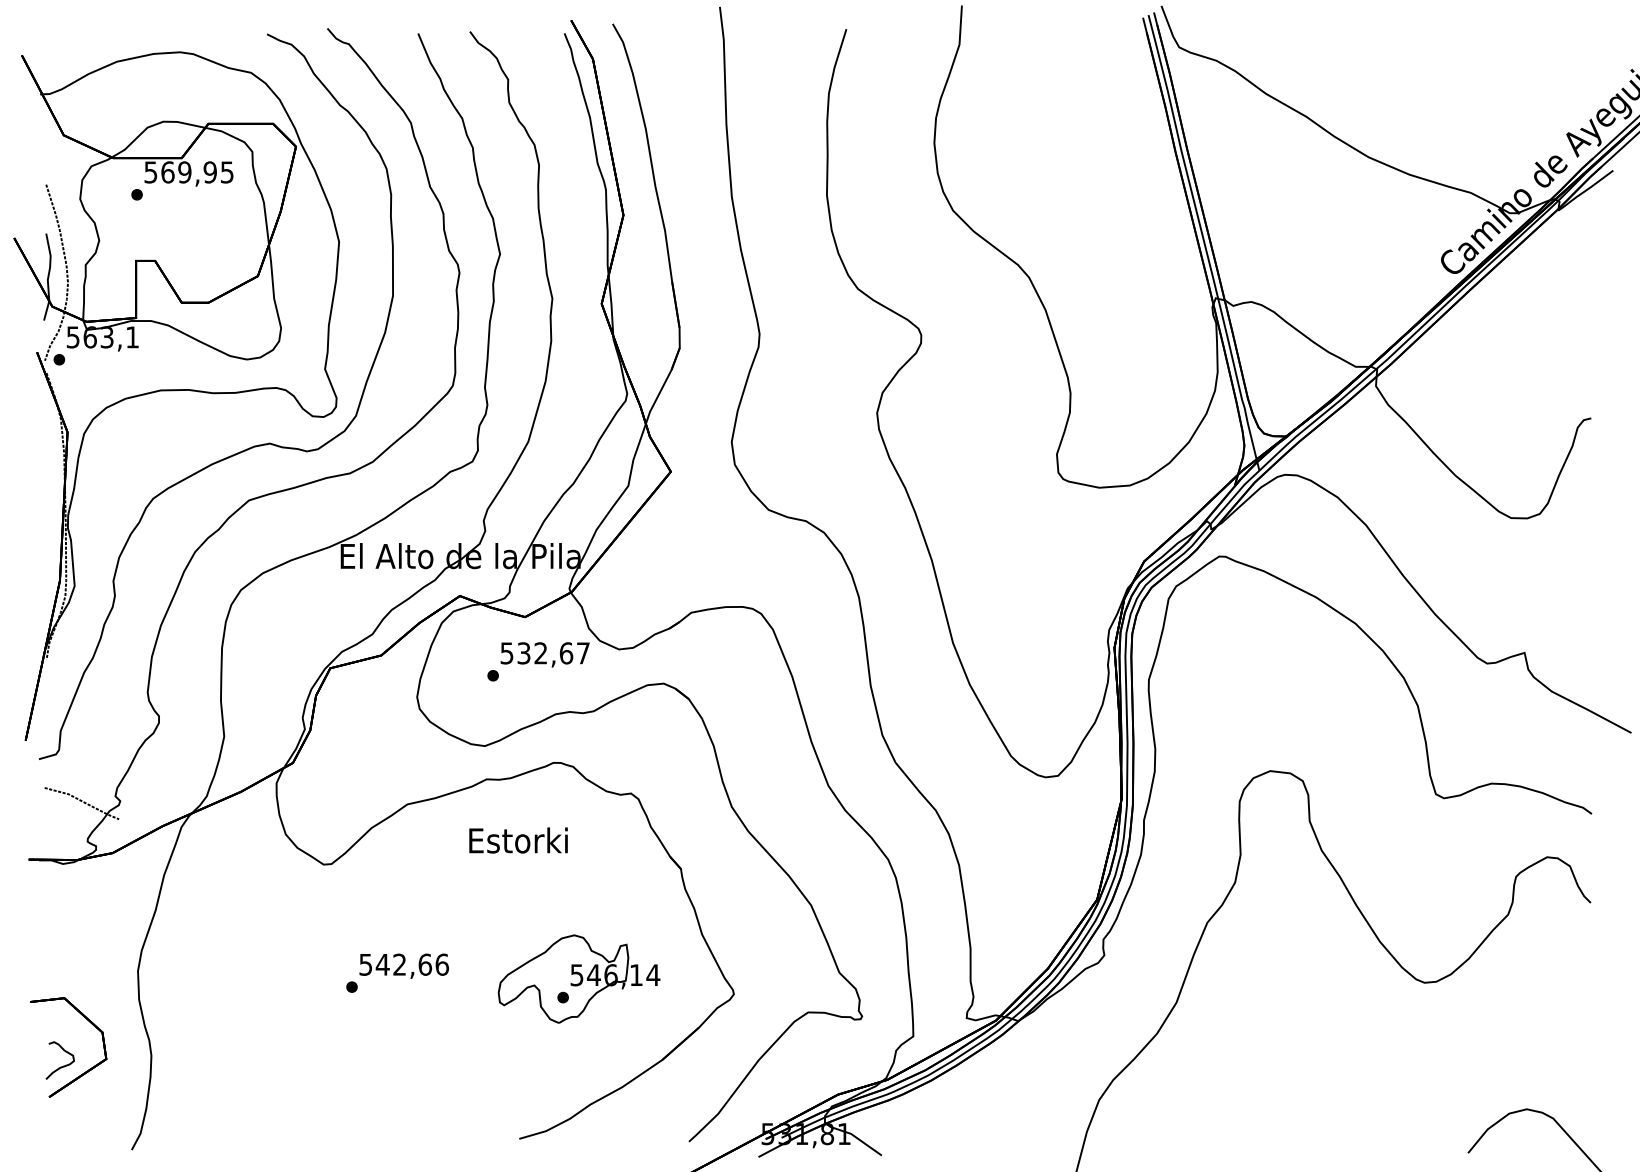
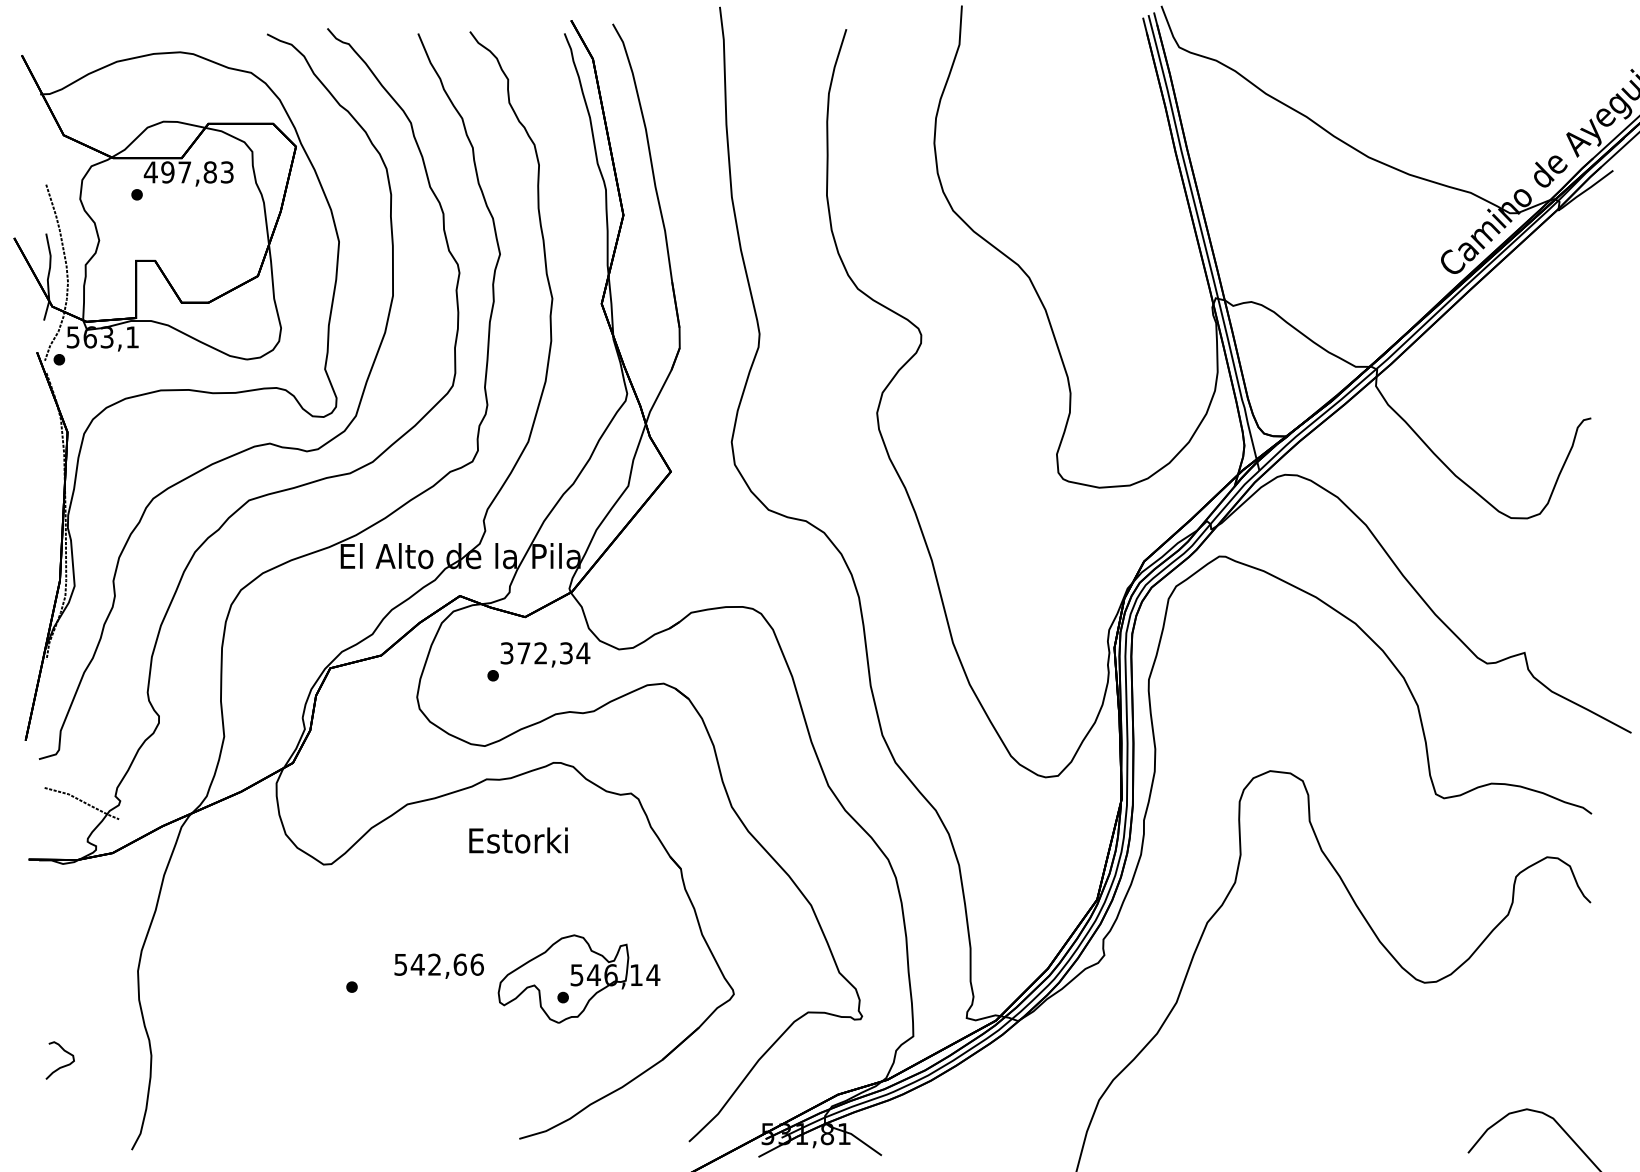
text at (188, 172): 569,95 -> 497,83
text at (545, 653): 532,67 -> 372,34
text at (403, 965) position: (403, 965) -> (438, 965)
part at (85, 1071): present -> none
